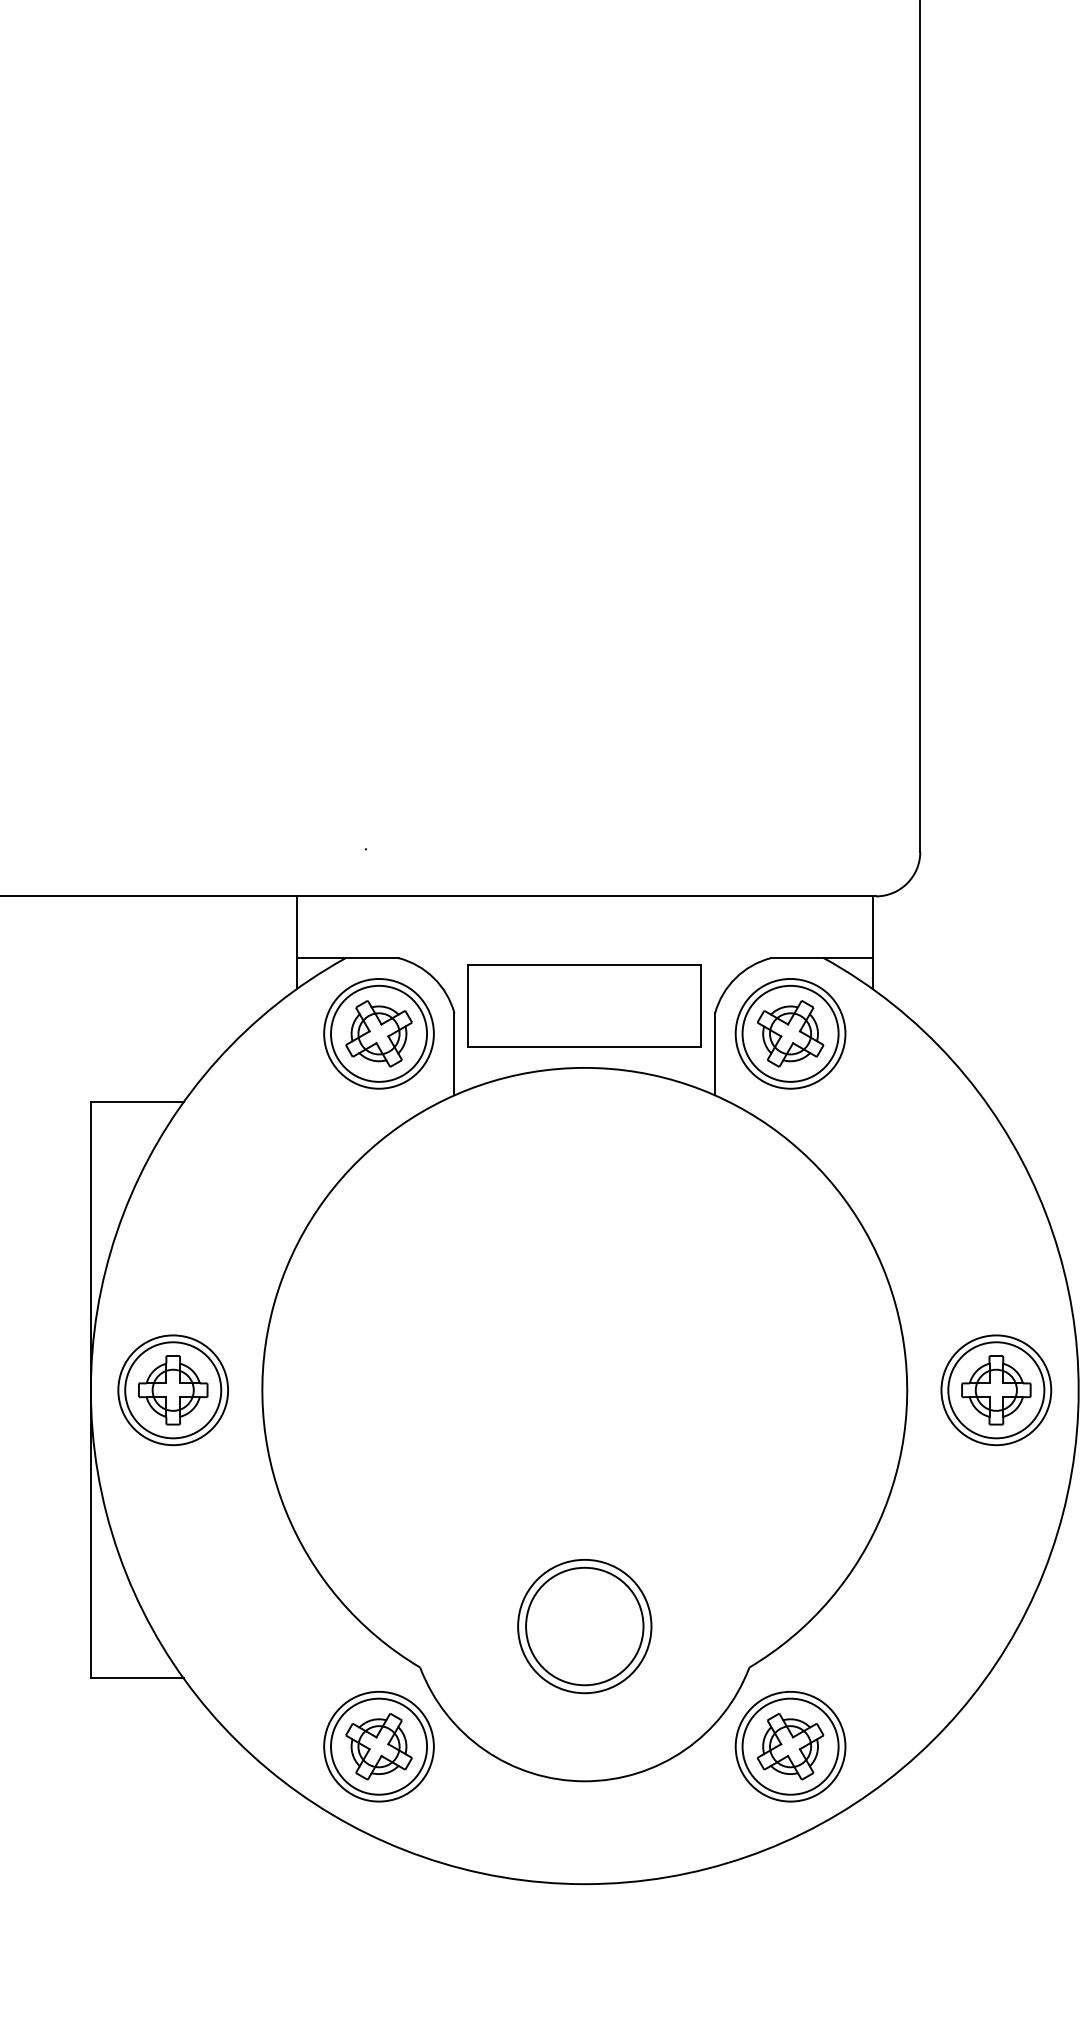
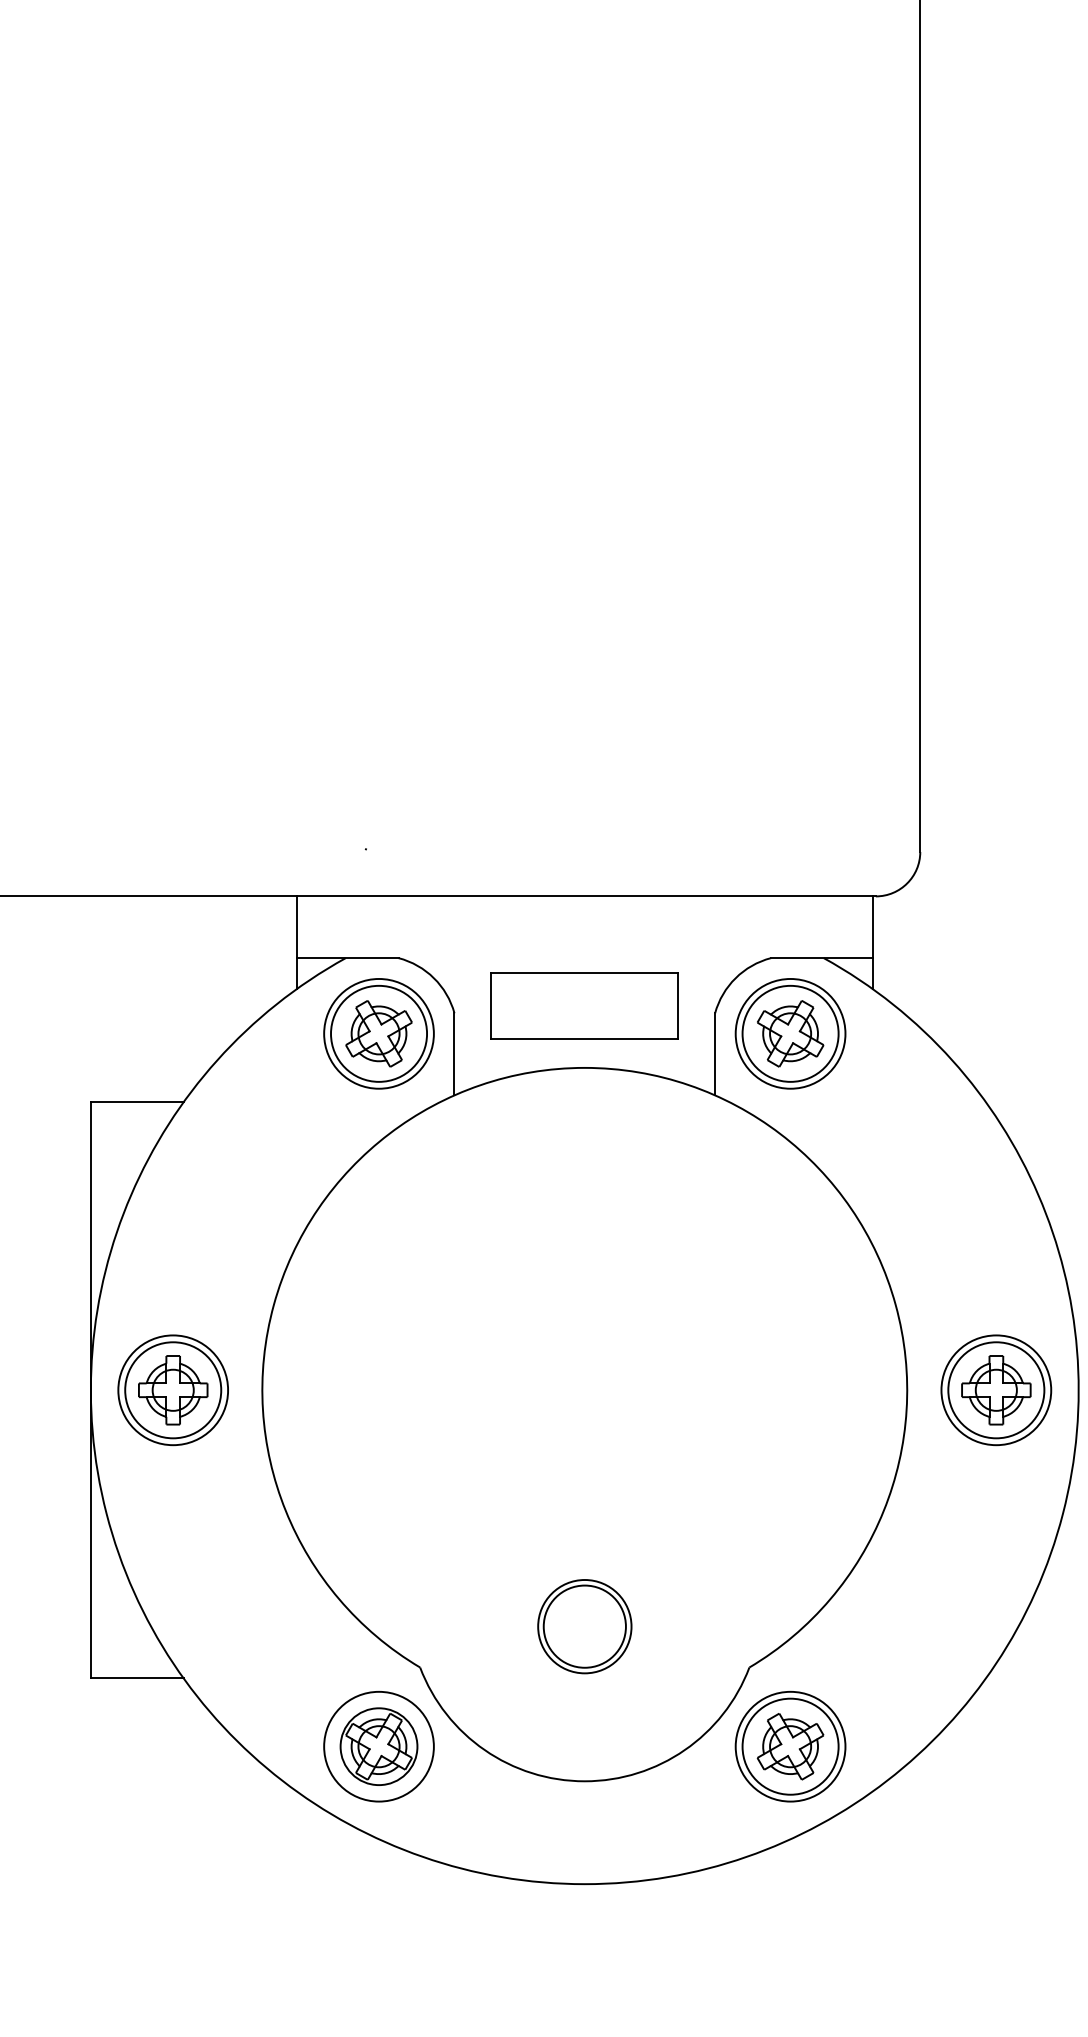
part at (584, 1005) size: 235x84 px -> 189x68 px
part at (584, 1626) size: 136x136 px -> 96x96 px
circle at (379, 1746) diameter: 96 px -> 77 px
